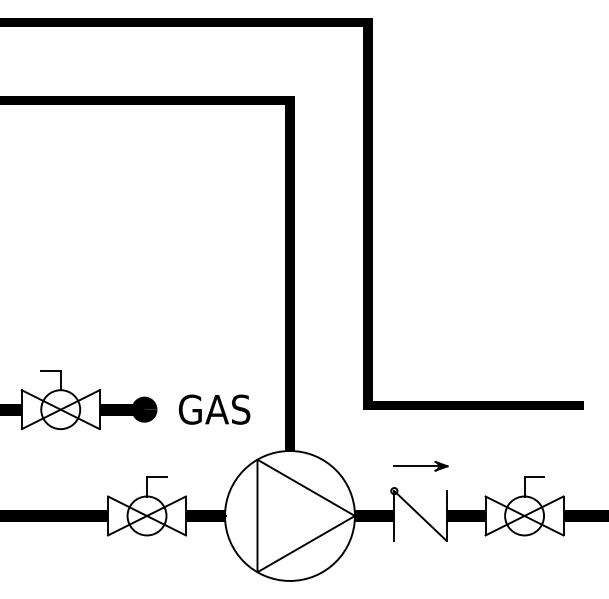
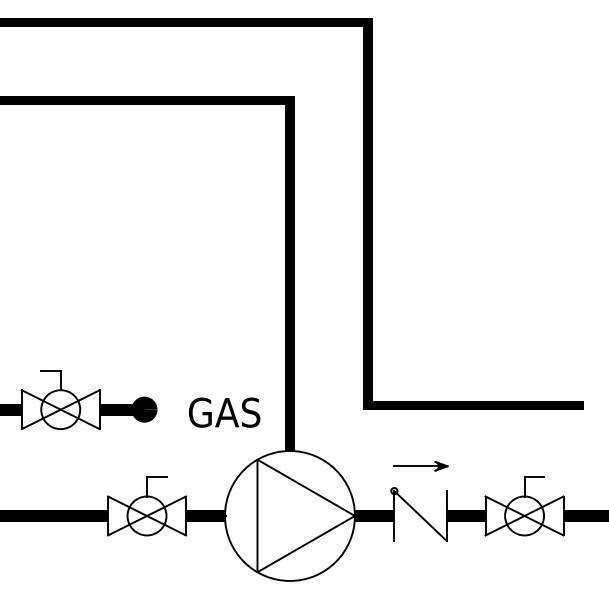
text at (214, 409) position: (214, 409) -> (224, 412)
